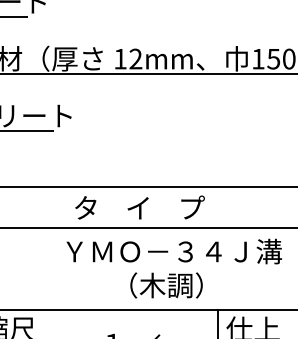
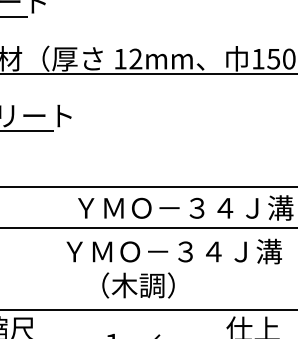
text at (184, 207): タ    イ    プ -> ＹＭＯ－３４Ｊ溝
text at (166, 285) position: (166, 285) -> (138, 285)
line at (217, 322): present -> none
